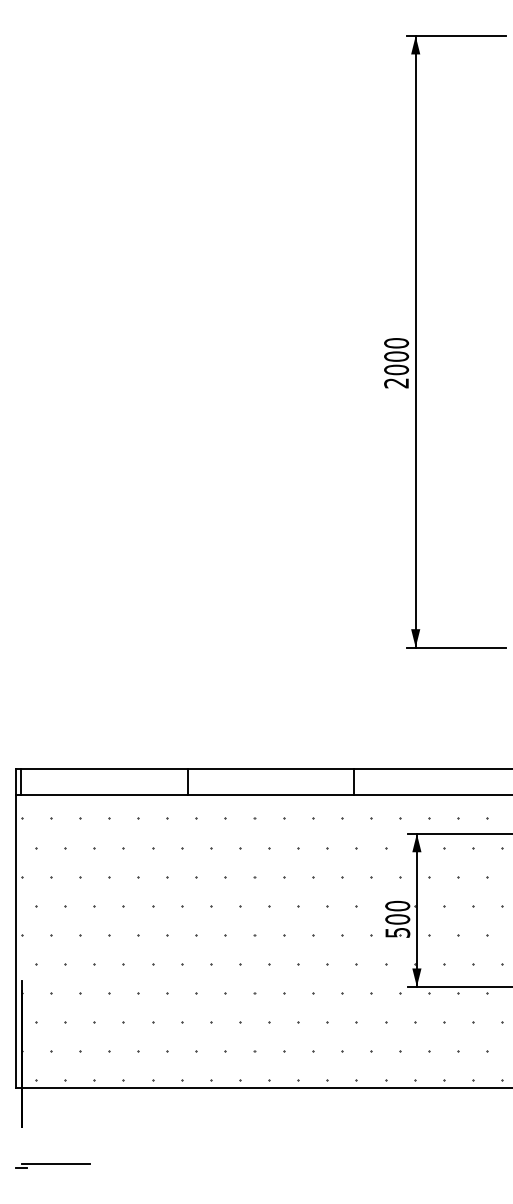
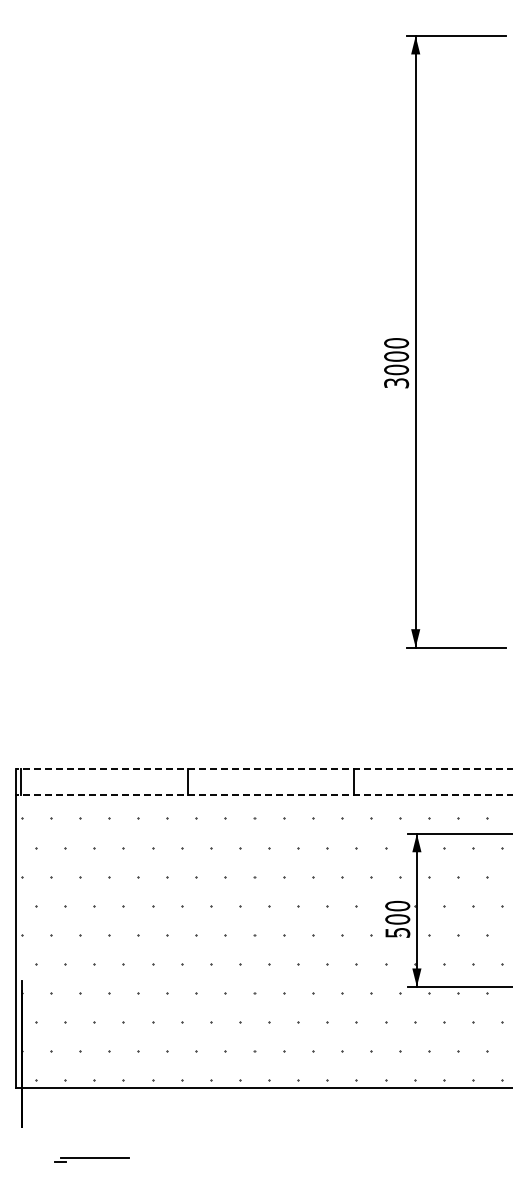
text at (396, 383): 2000 -> 3000
line at (263, 768): solid -> dashed
line at (263, 794): solid -> dashed
part at (52, 1165) position: (52, 1165) -> (91, 1159)
